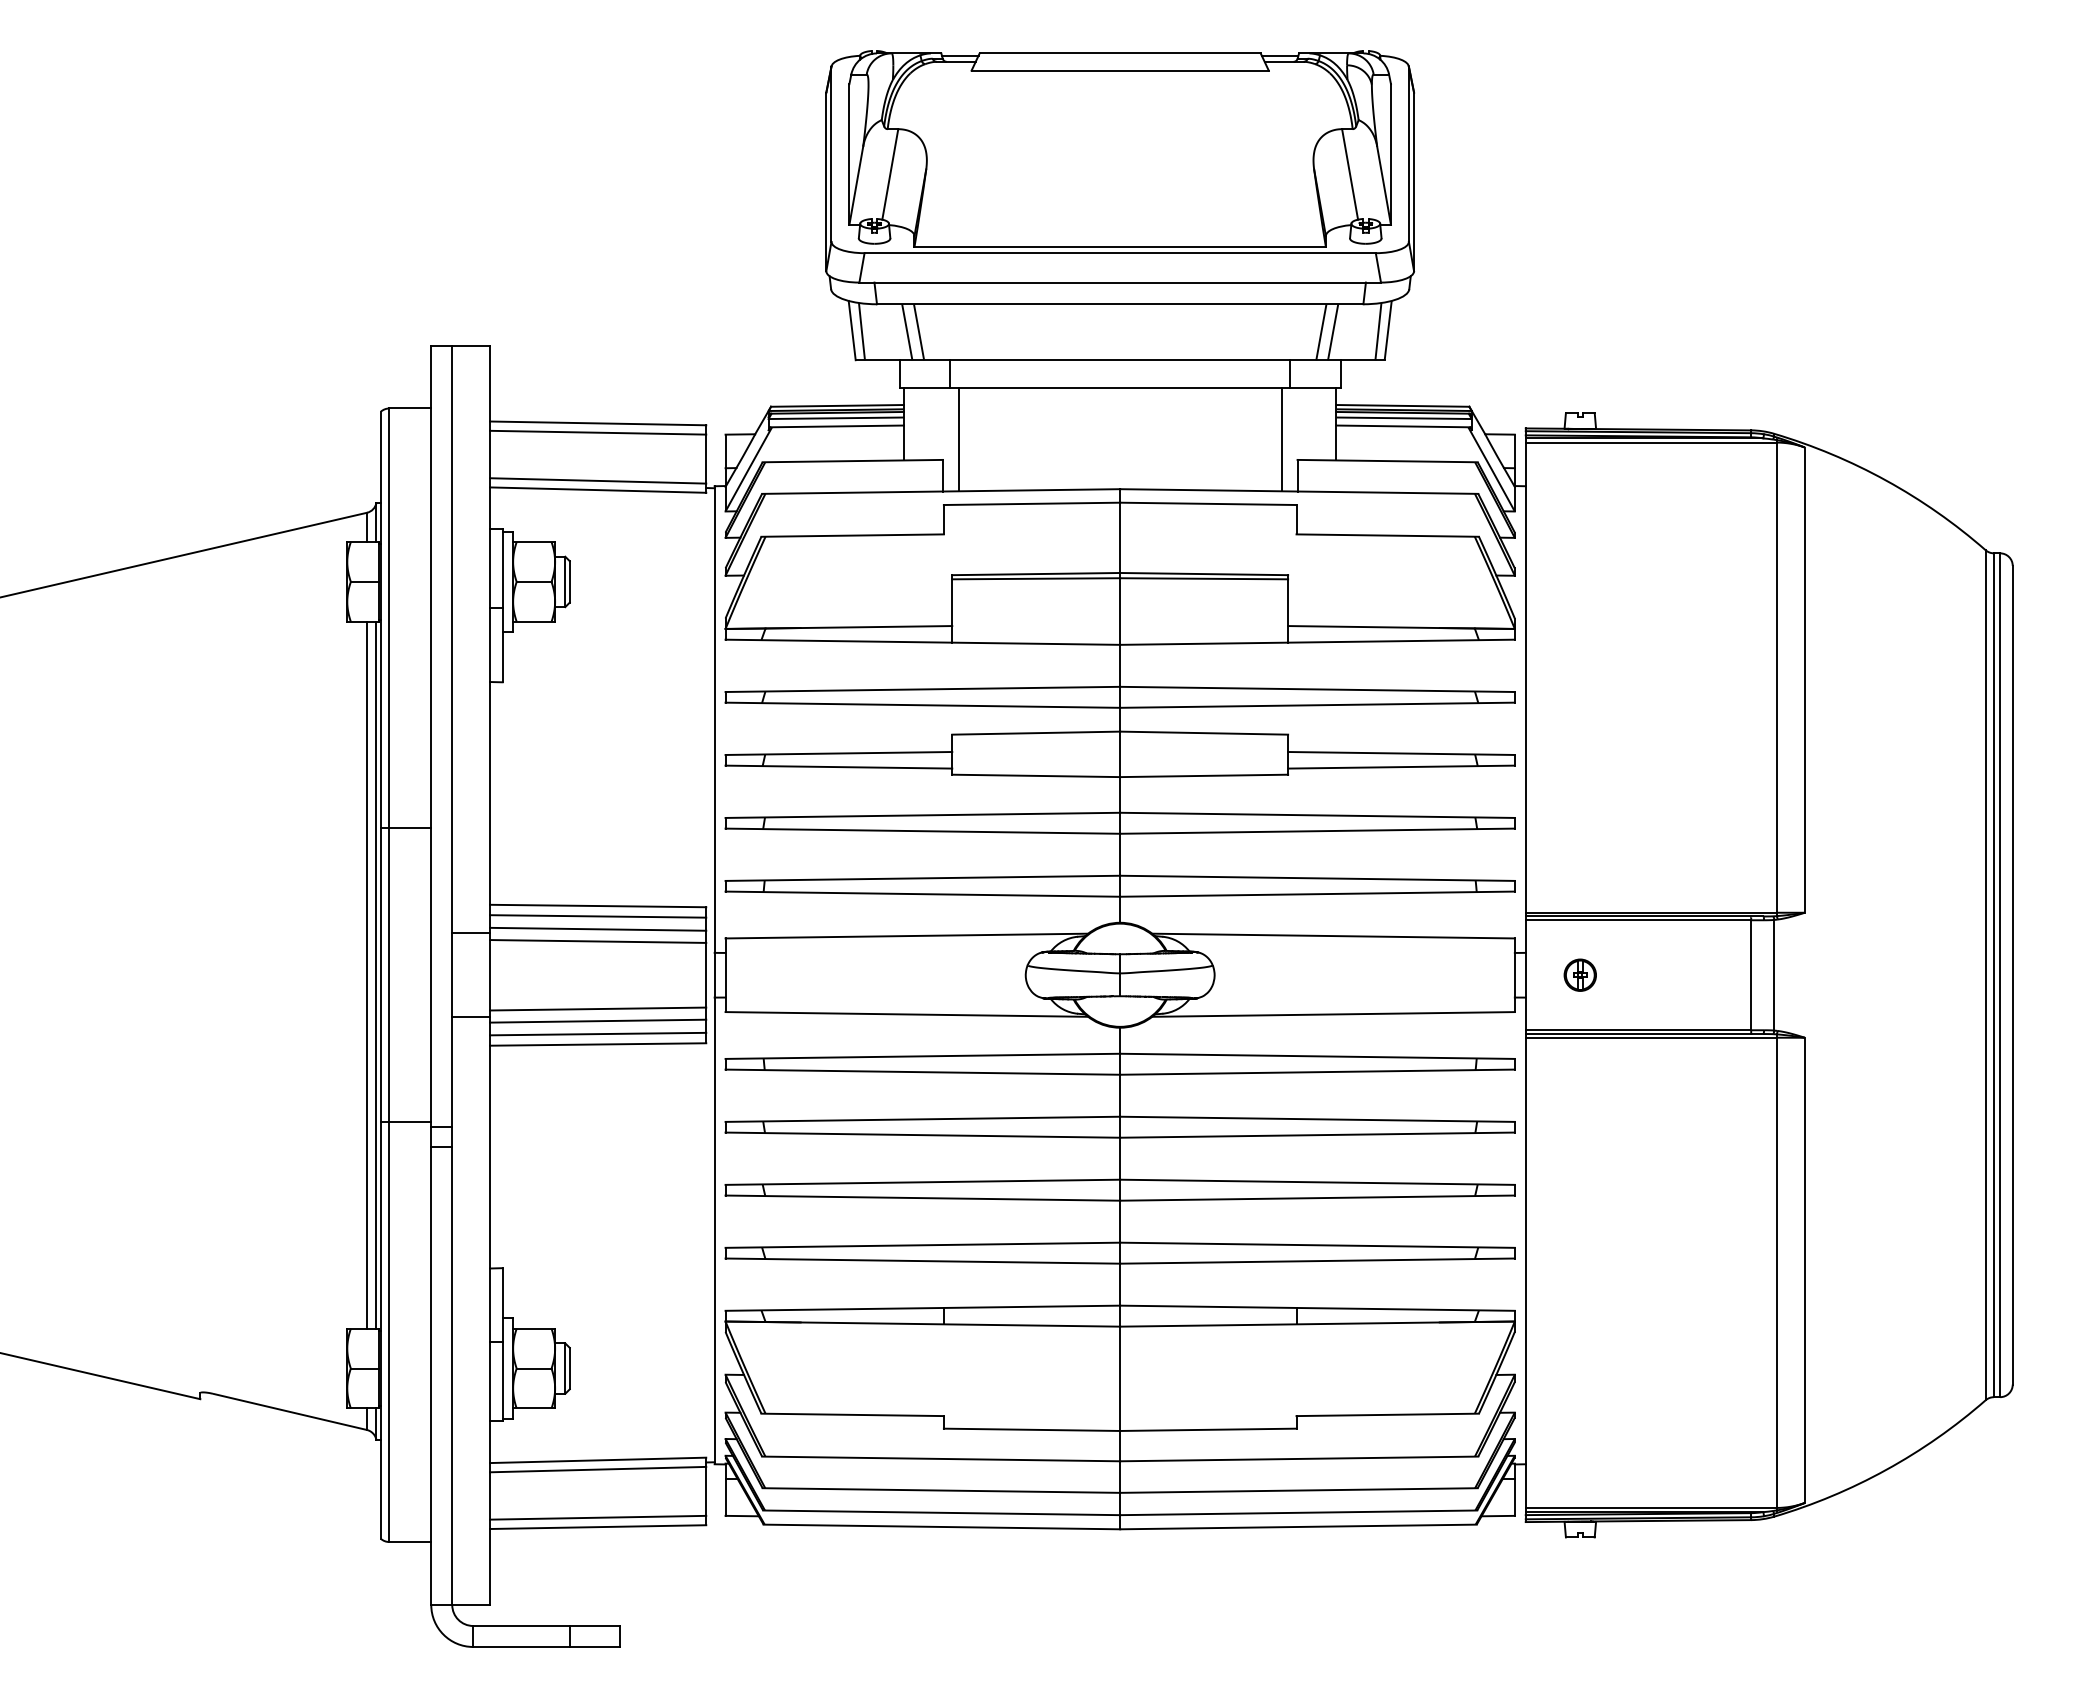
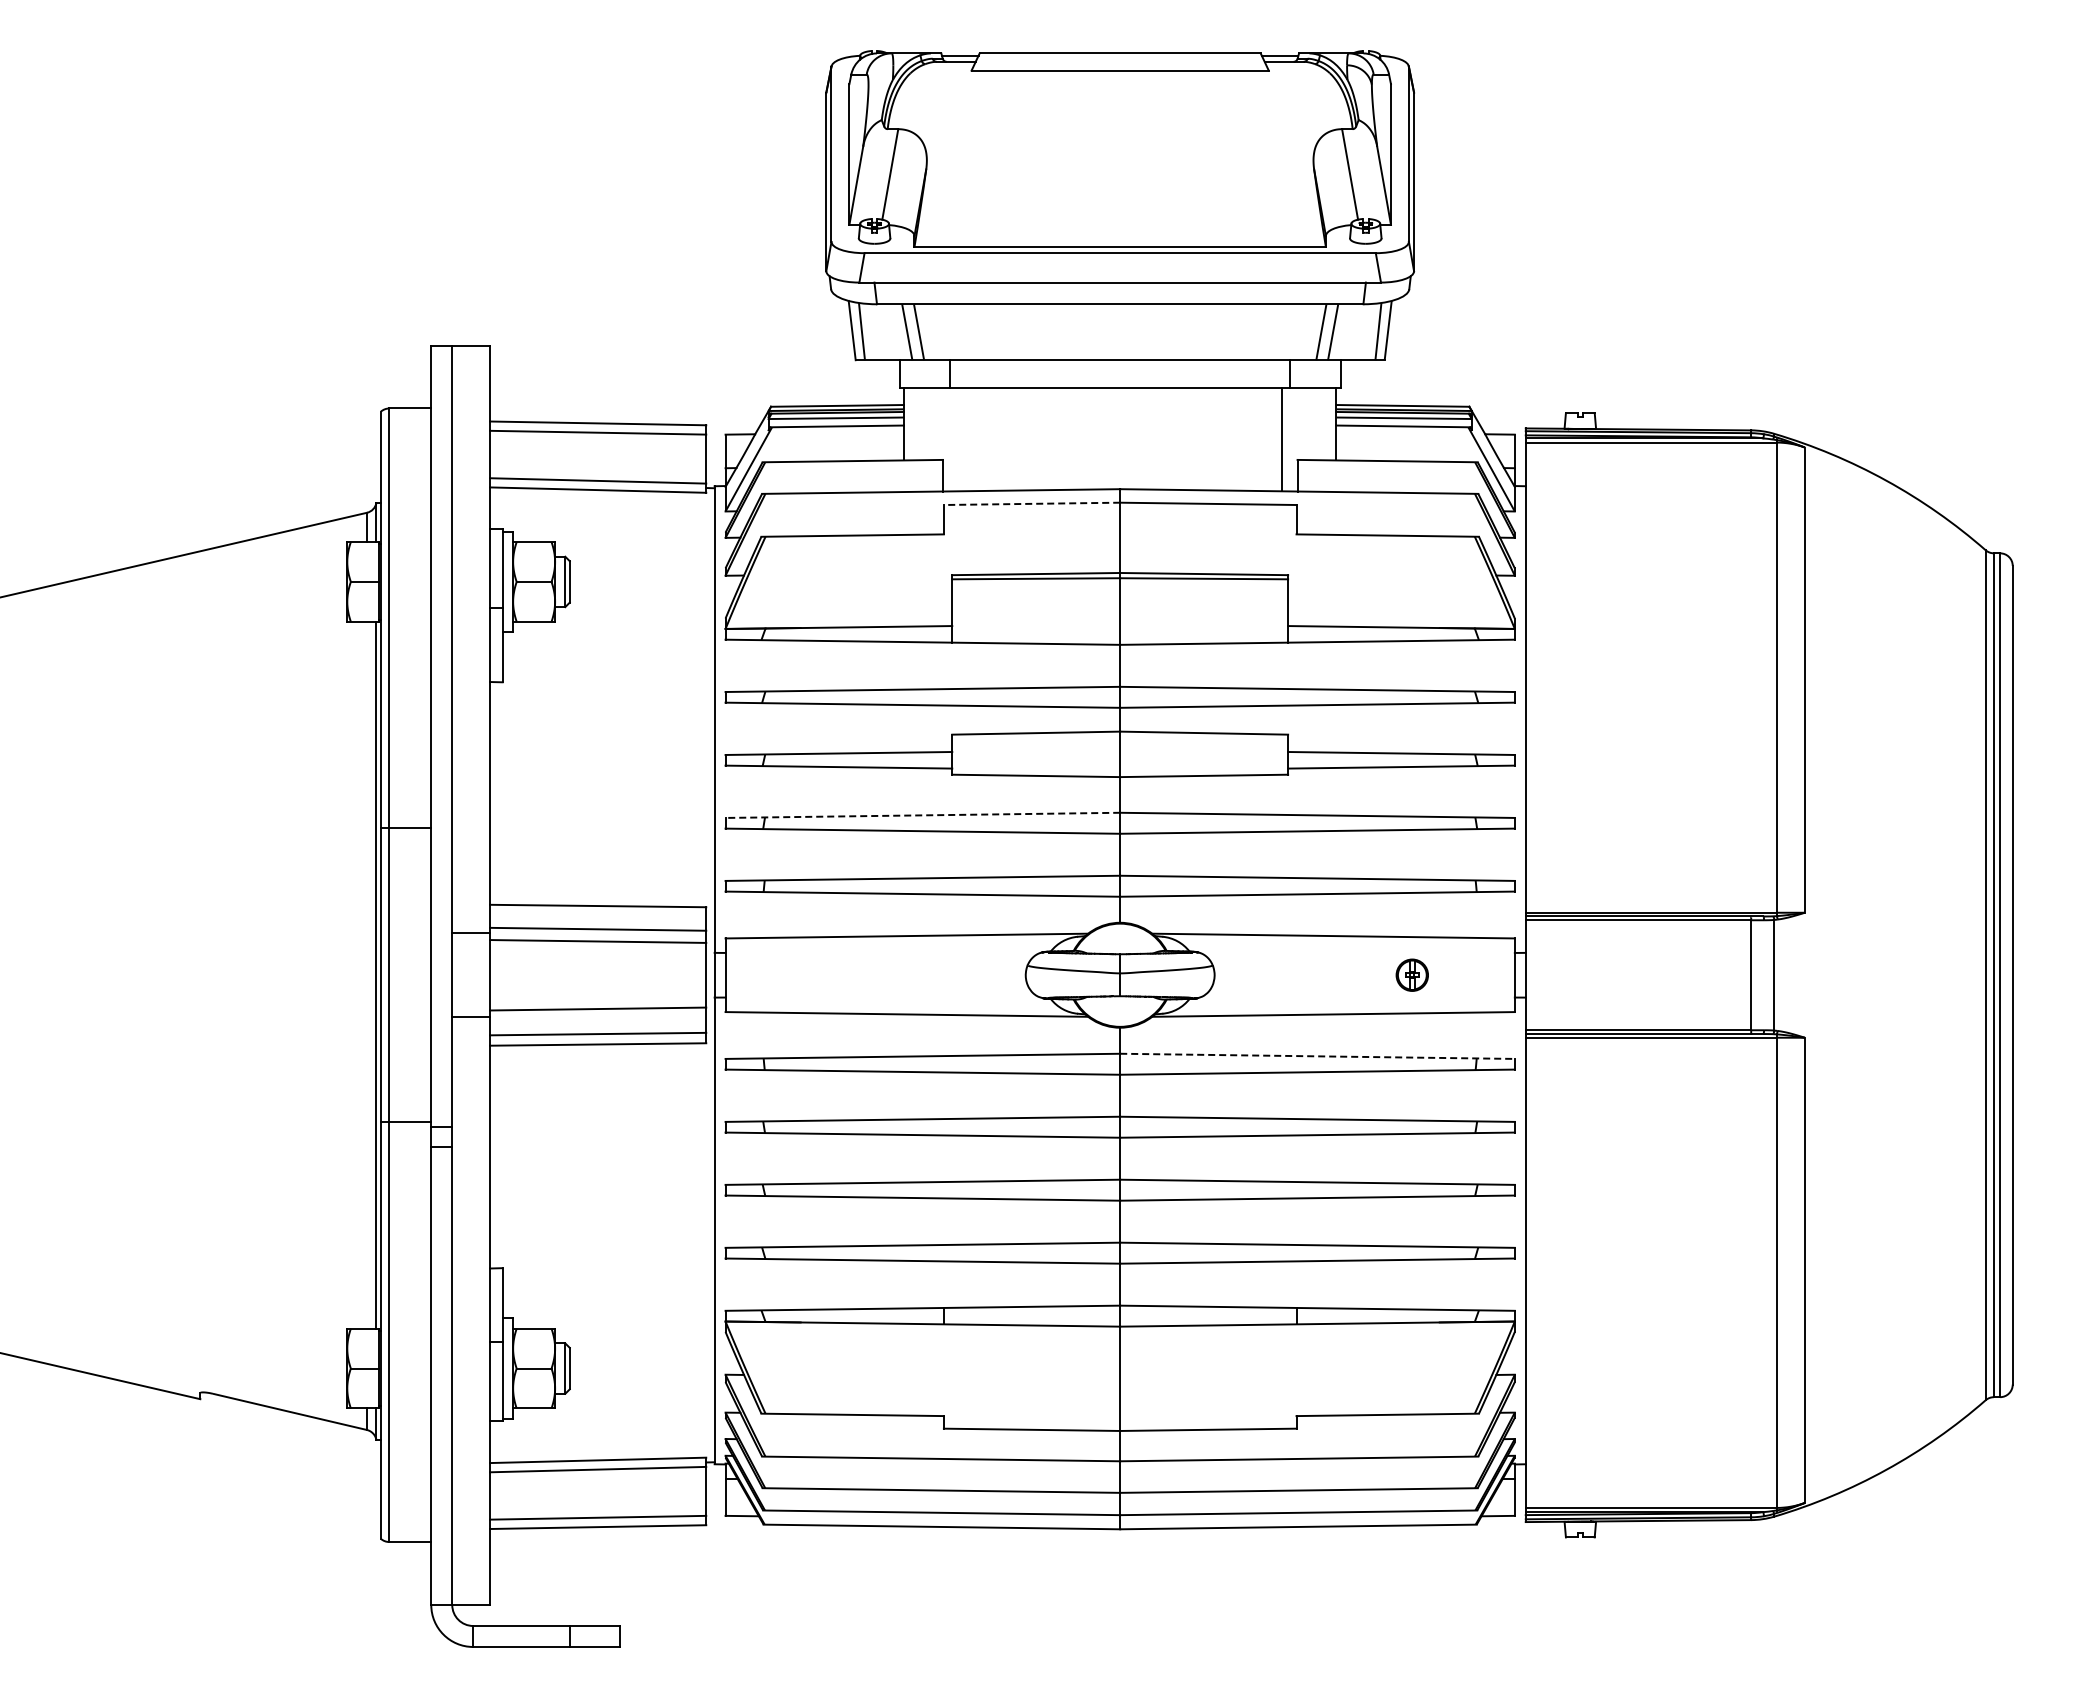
line at (958, 439): present -> none
line at (1031, 503): solid -> dashed
line at (922, 815): solid -> dashed
line at (598, 916): present -> none
line at (366, 974): present -> none
part at (1579, 974) position: (1579, 974) -> (1411, 974)
line at (598, 1020): present -> none
line at (1318, 1056): solid -> dashed
